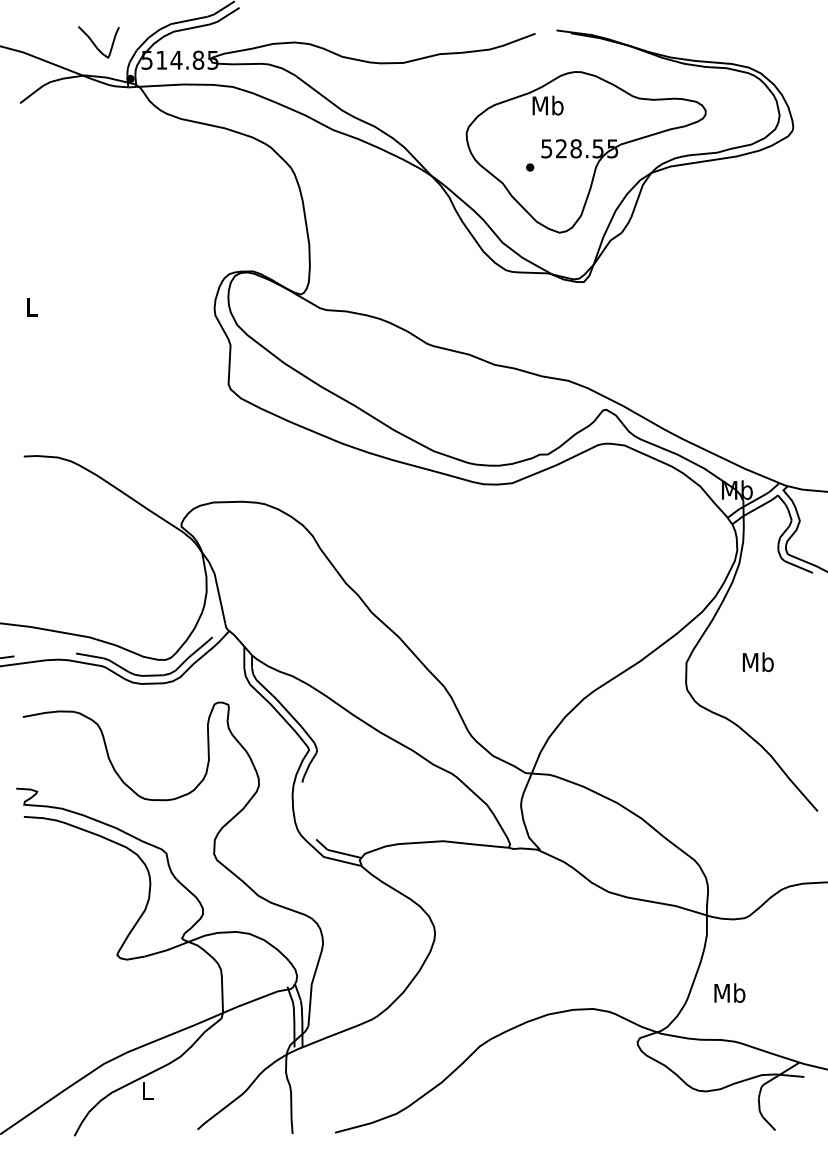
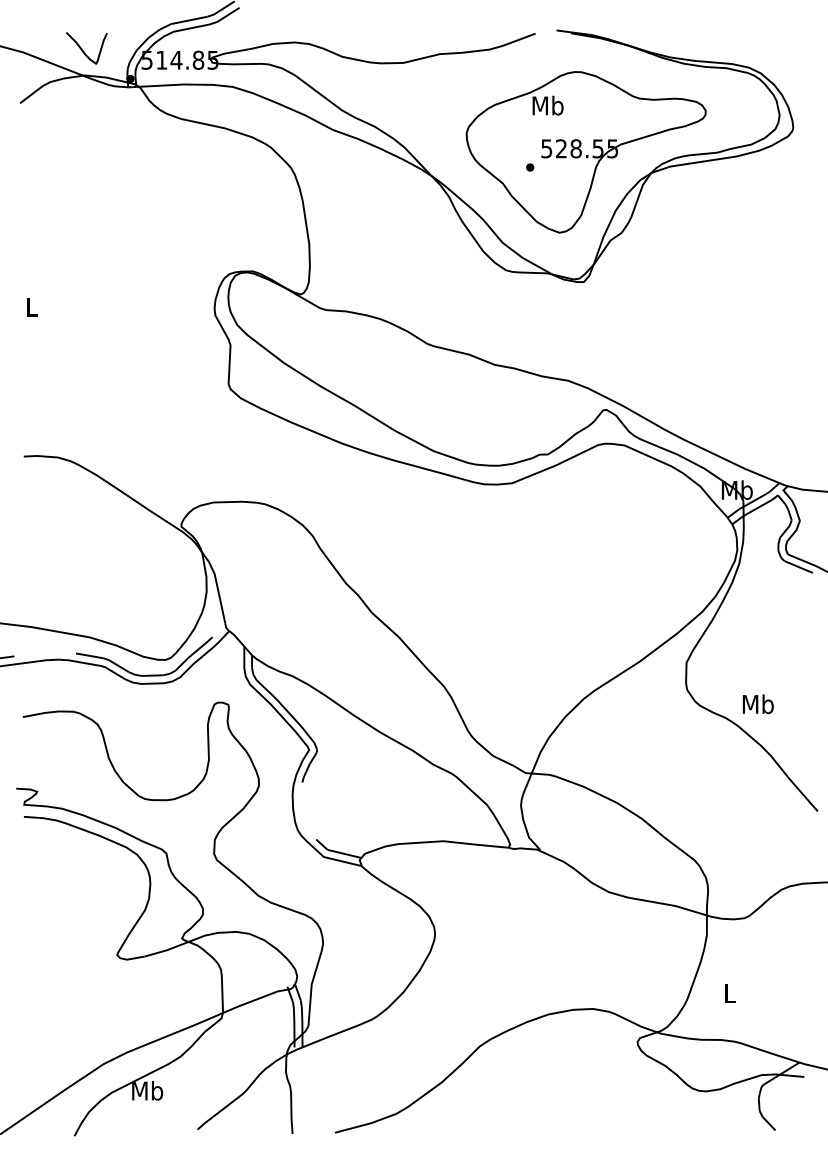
curve at (95, 44) position: (95, 44) -> (83, 50)
text at (757, 662) position: (757, 662) -> (757, 704)
text at (729, 992): Mb -> L
text at (147, 1090): L -> Mb
